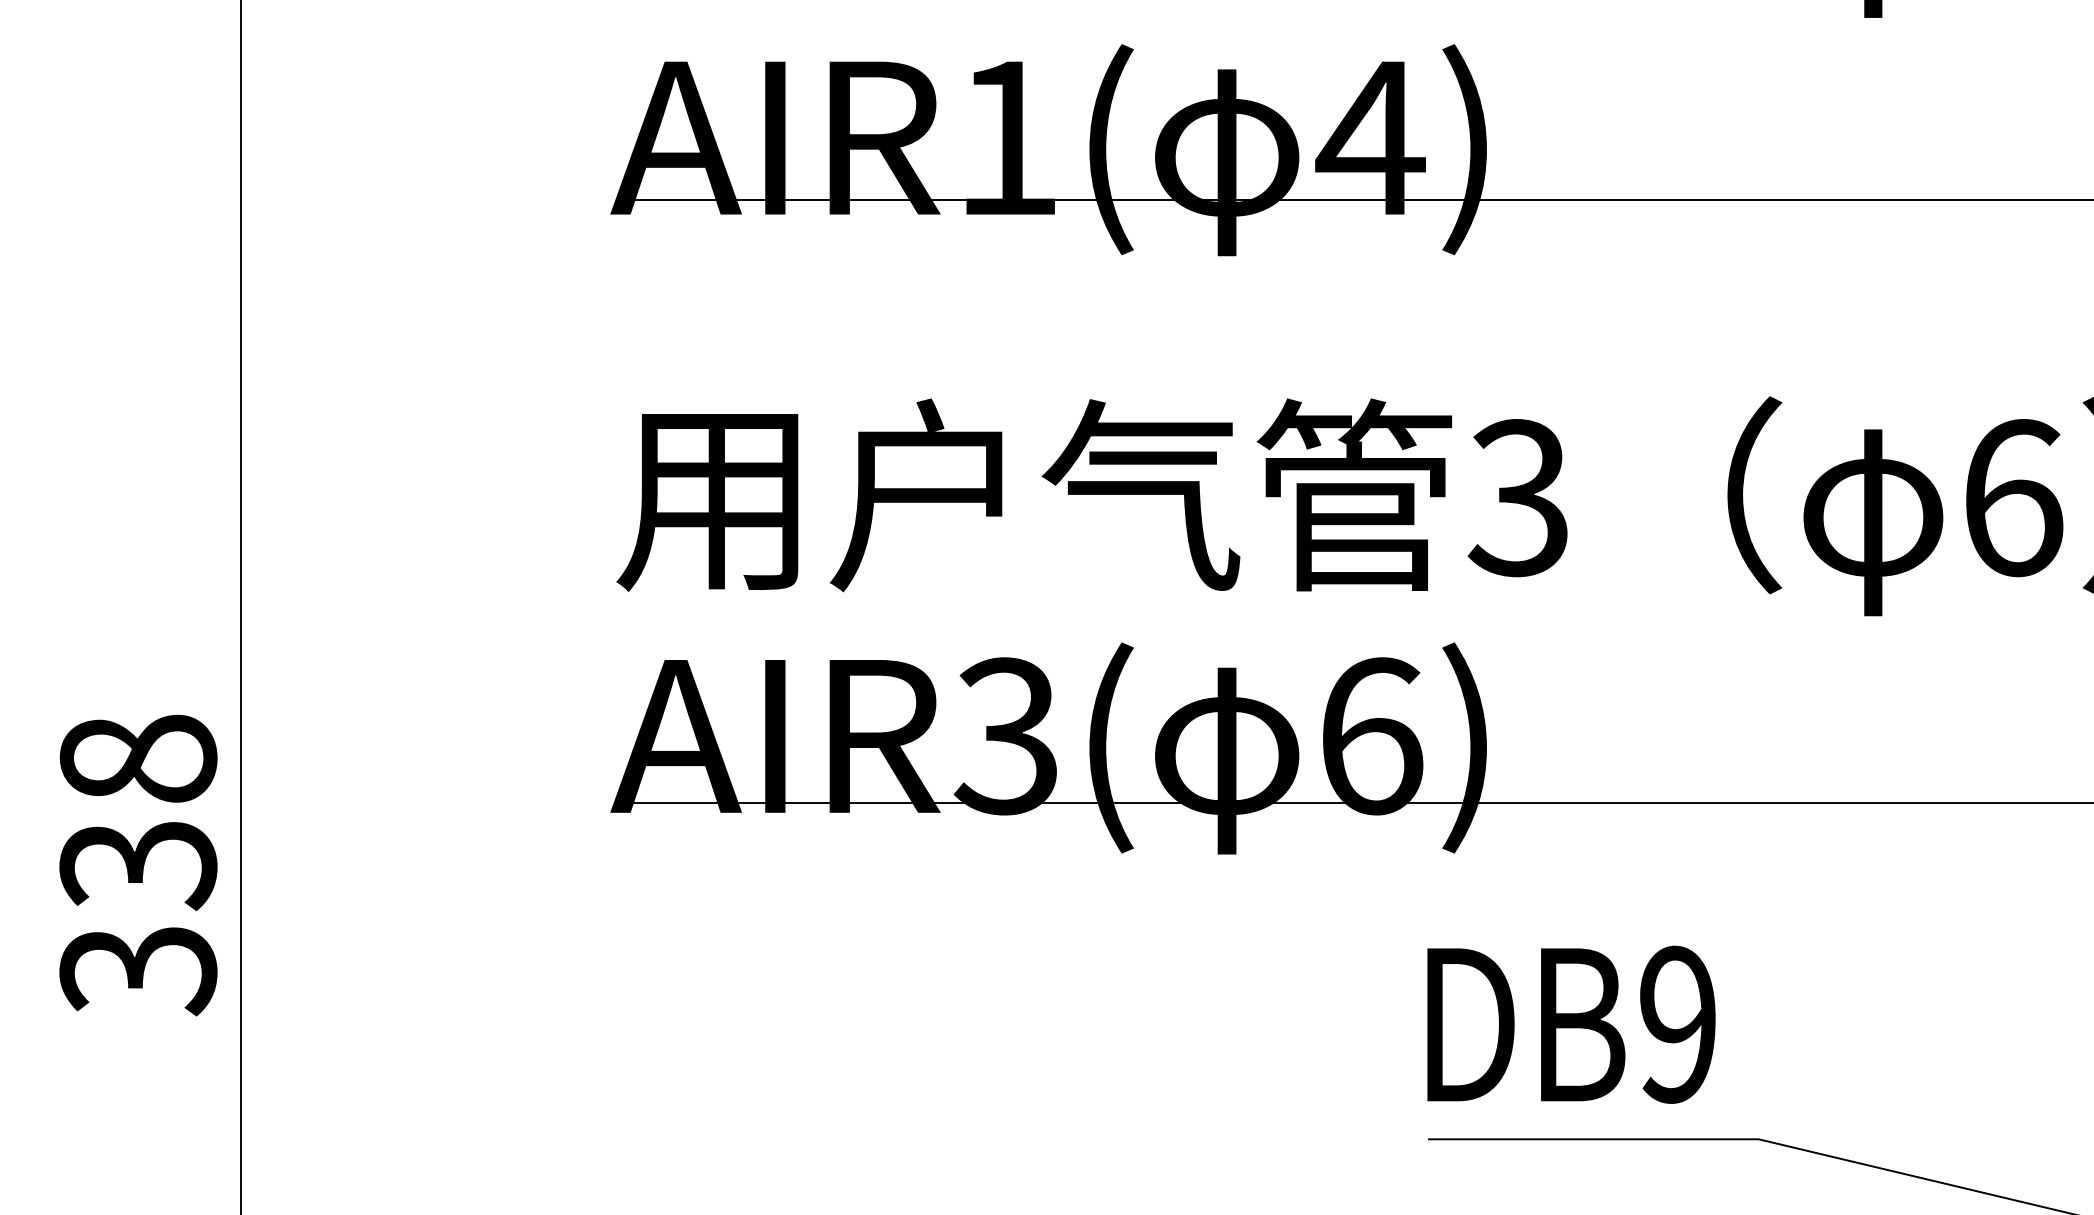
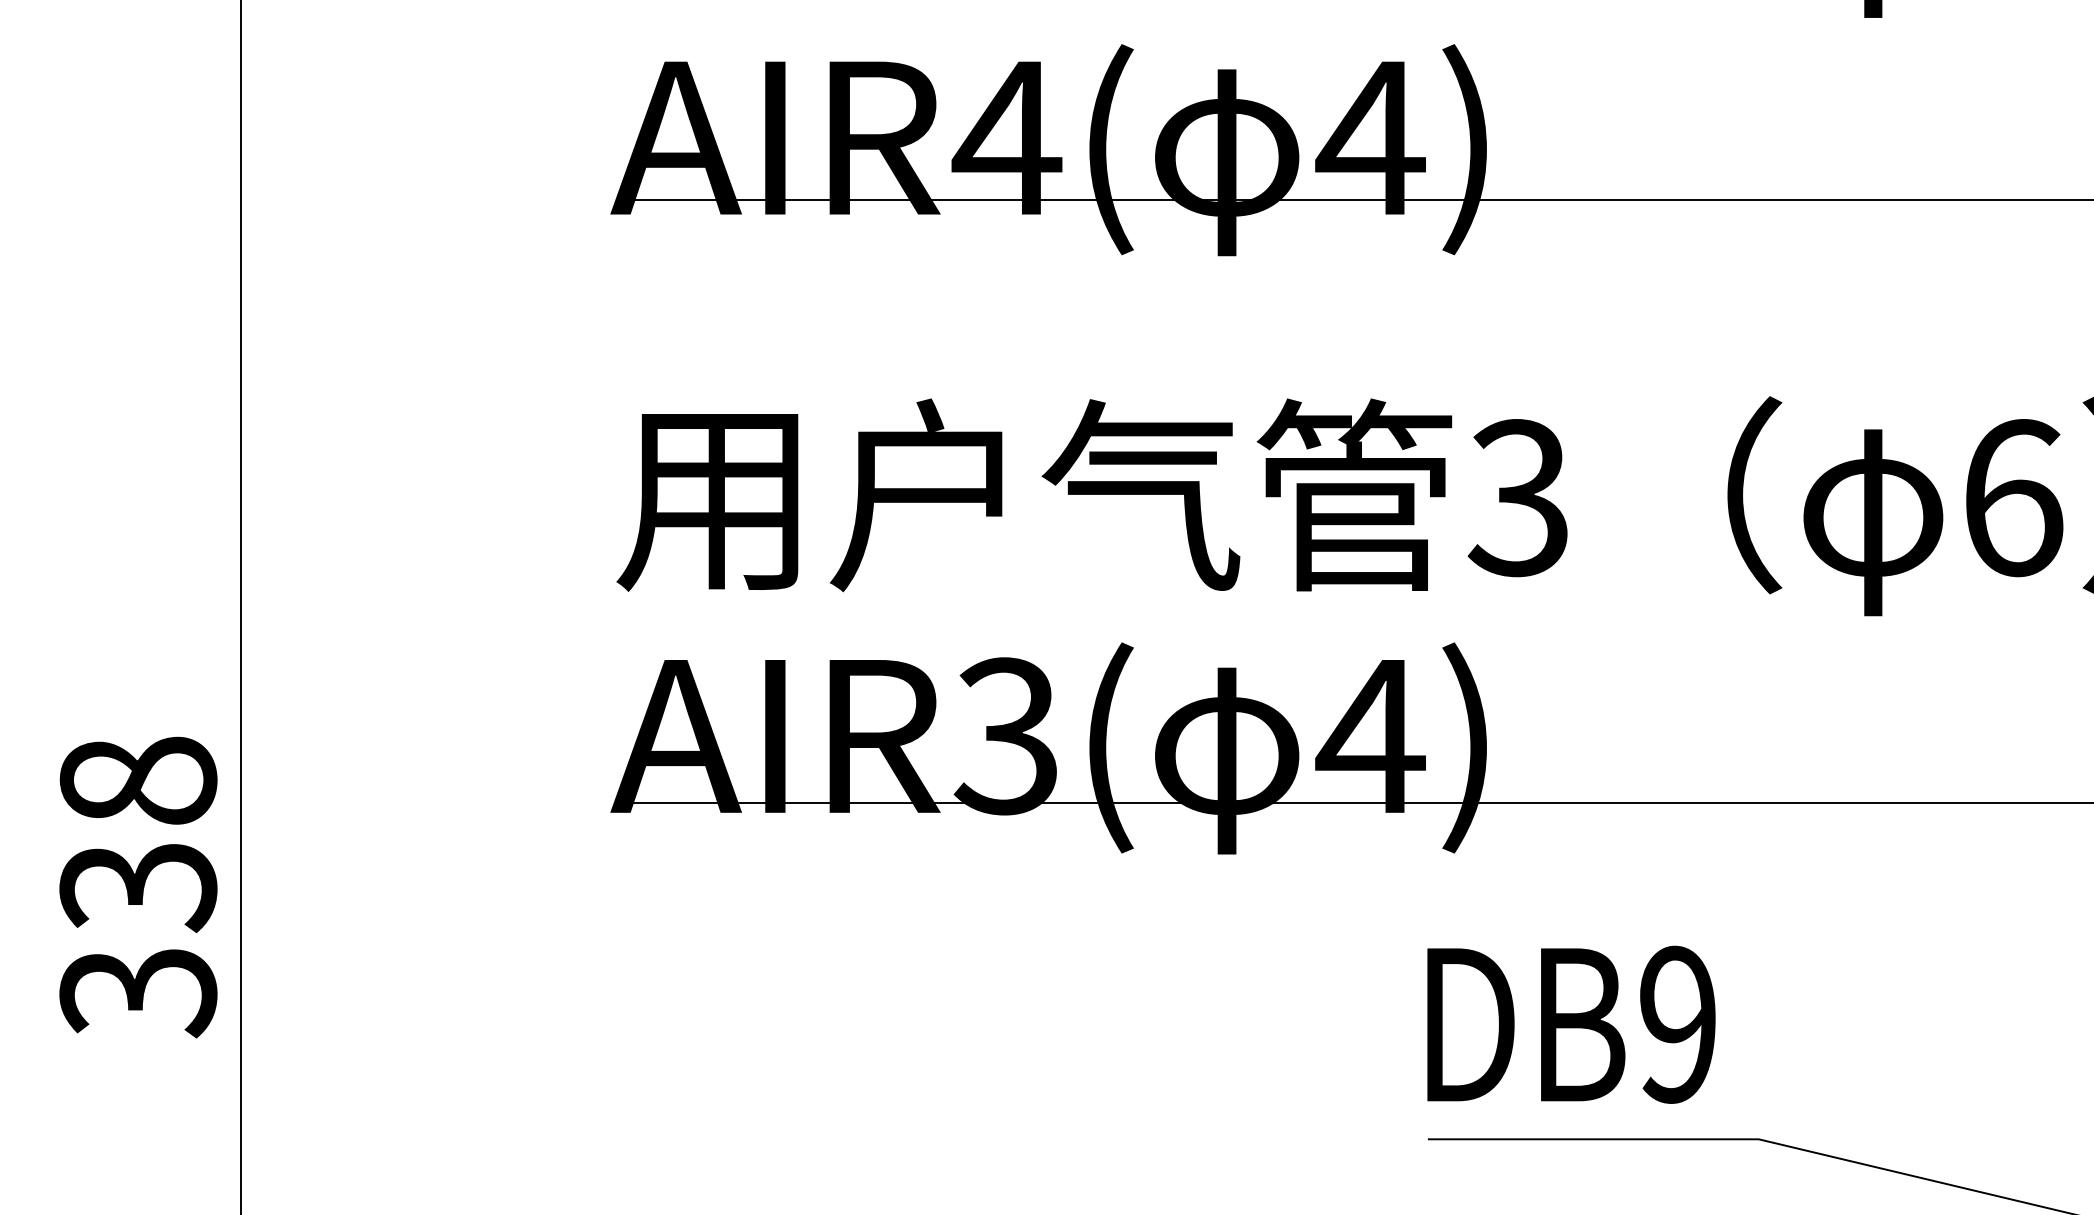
text at (1006, 137): AIR1( -> AIR4(
text at (1370, 736): 6) -> 4)
text at (138, 865) position: (138, 865) -> (138, 887)
